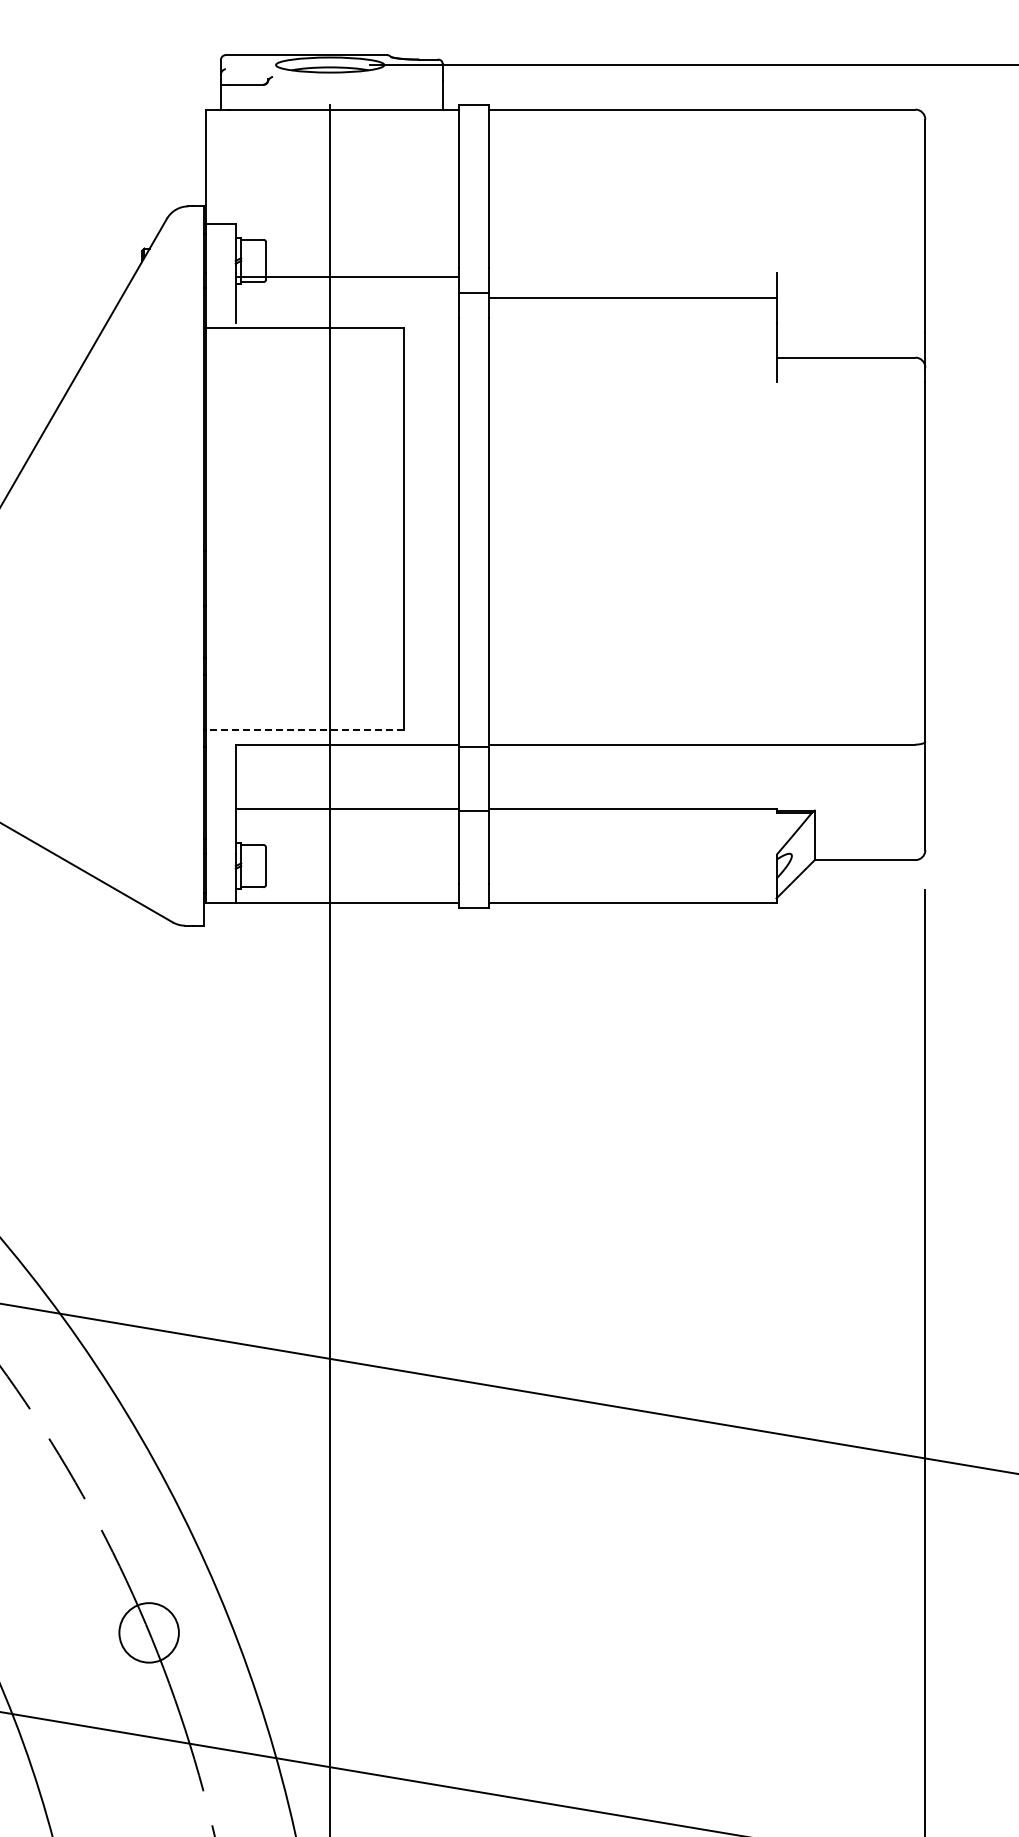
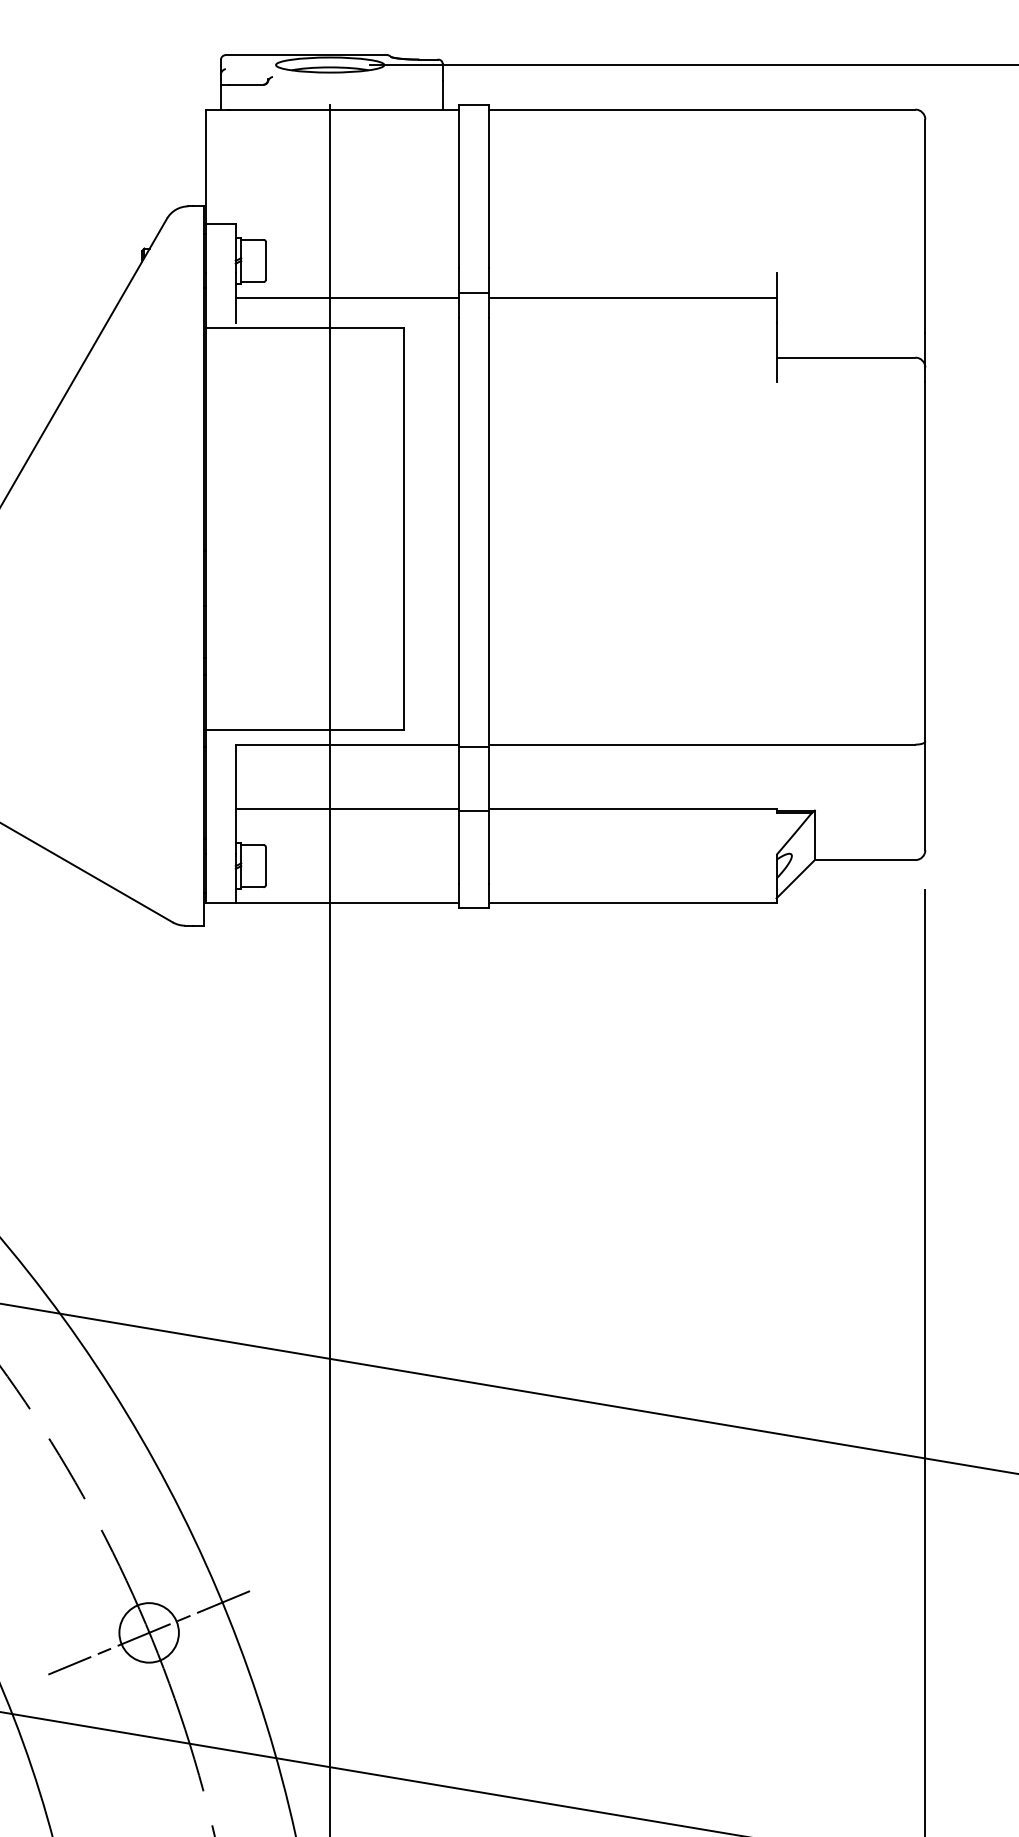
line at (347, 277) position: (347, 277) -> (347, 298)
line at (304, 729): dashed -> solid
line at (149, 1632): none -> present
